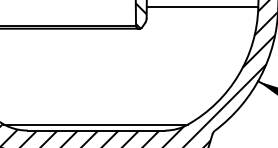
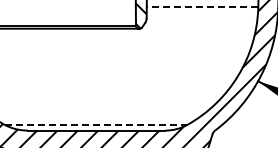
line at (202, 7): solid -> dashed
line at (96, 124): solid -> dashed
